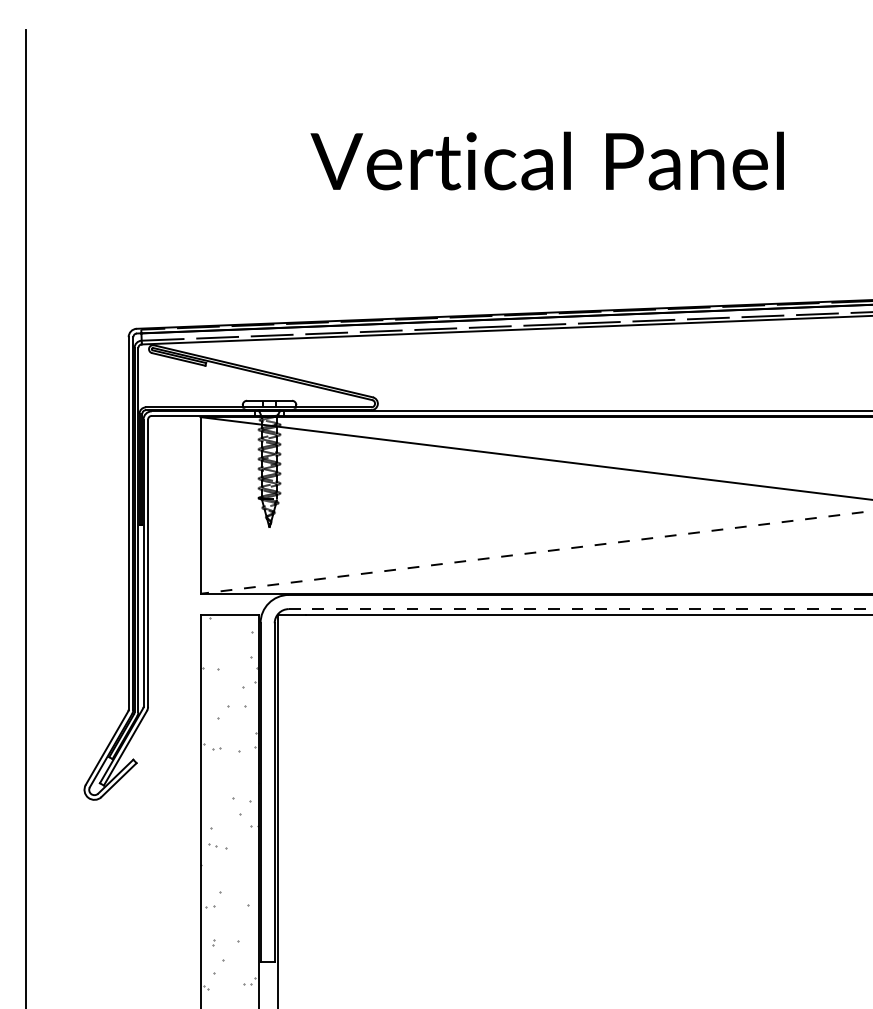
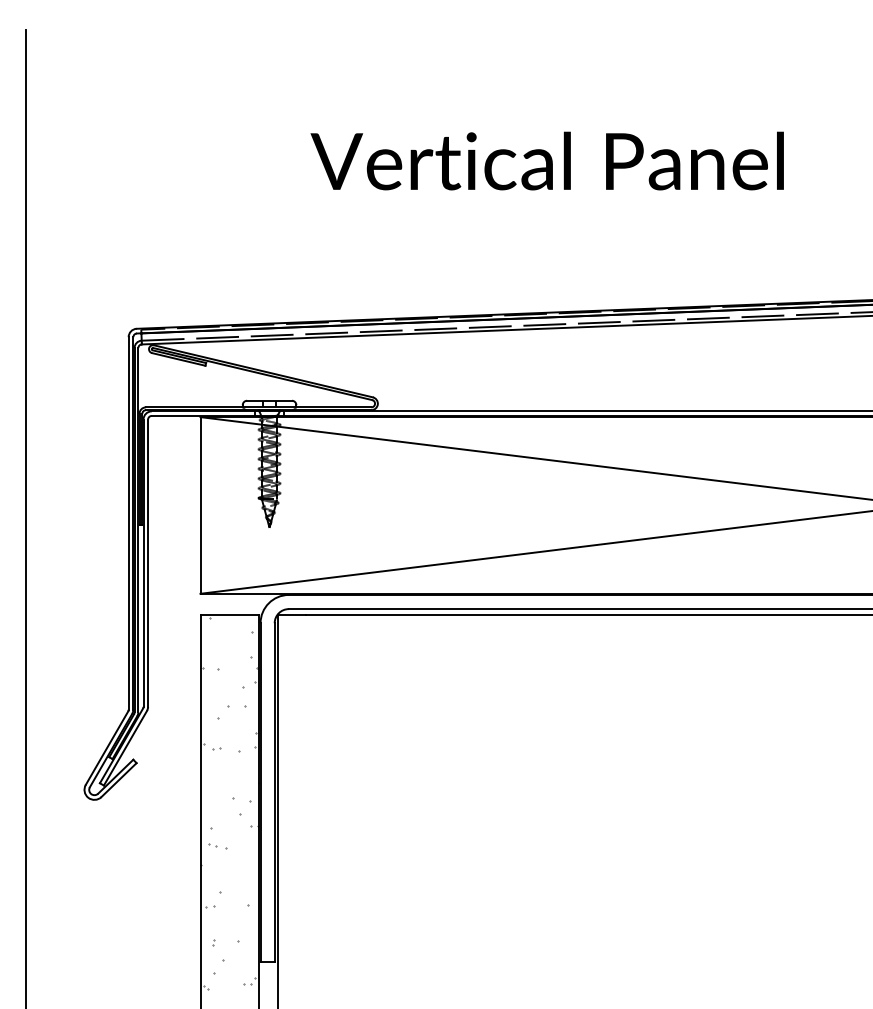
line at (535, 552): dashed -> solid
line at (580, 609): dashed -> solid
